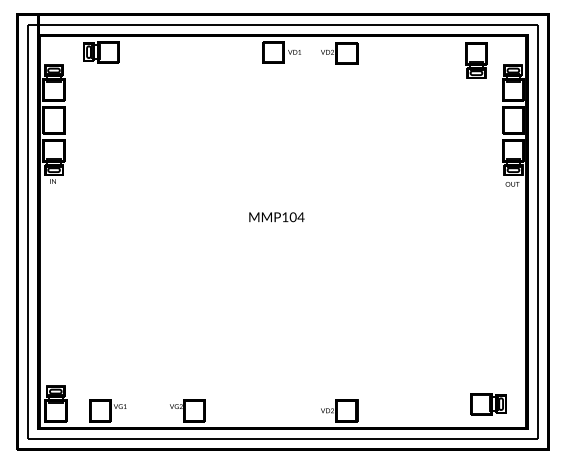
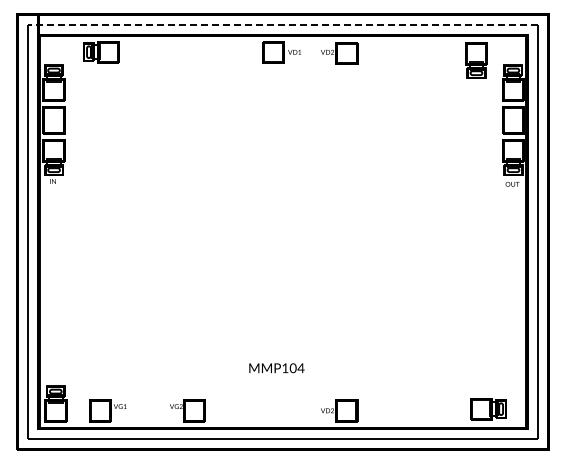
line at (282, 24): solid -> dashed
text at (276, 217) position: (276, 217) -> (276, 368)
part at (488, 404) position: (488, 404) -> (488, 409)
